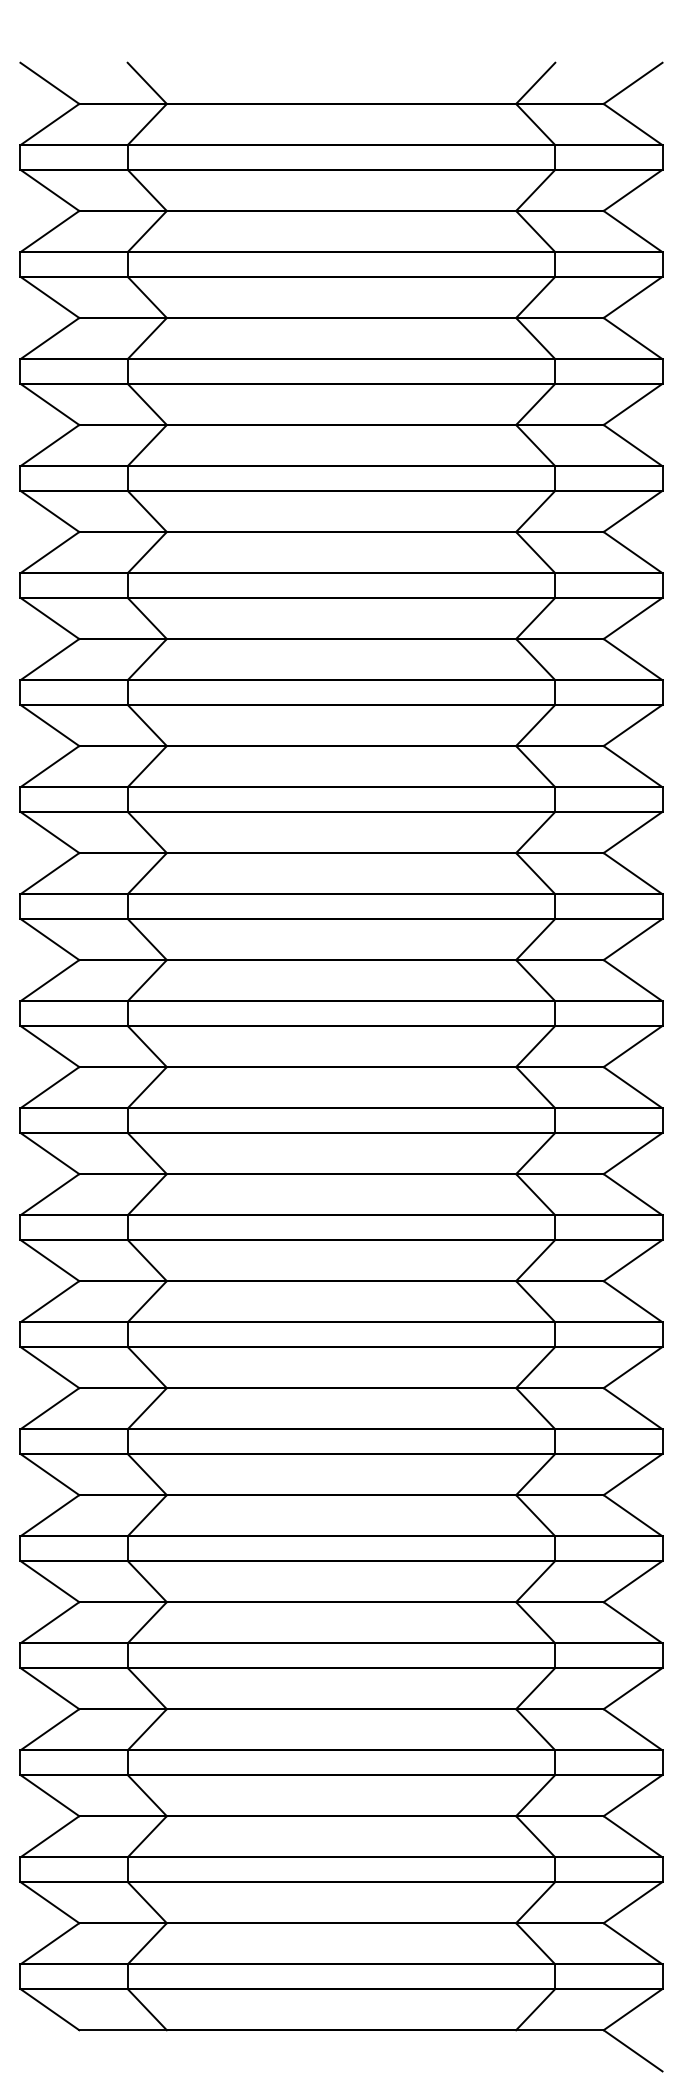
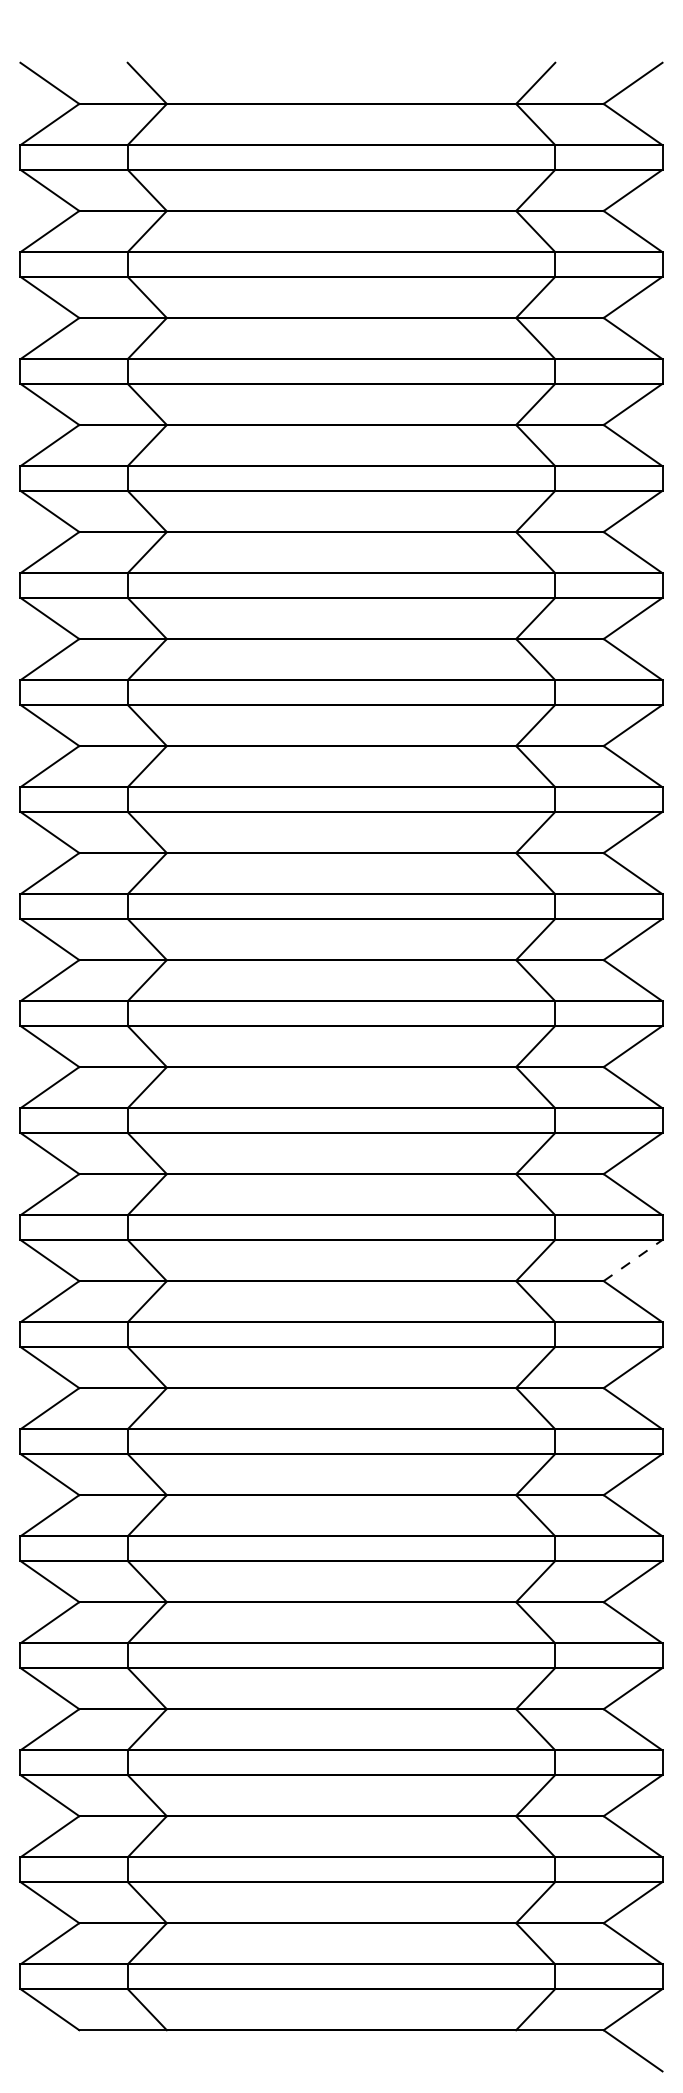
line at (633, 1260): solid -> dashed
